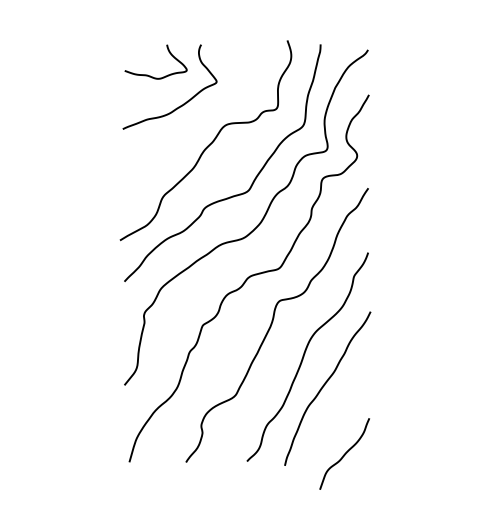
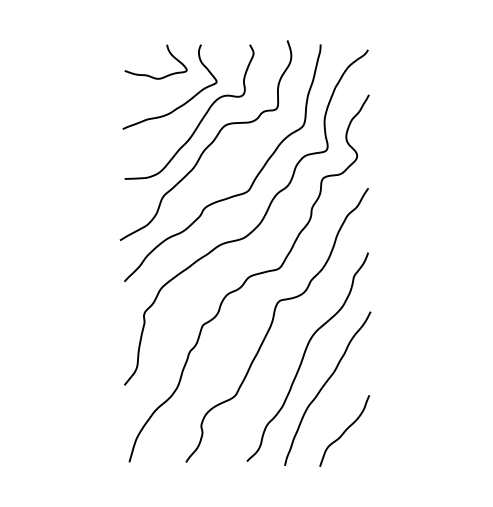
curve at (201, 118): none -> present
curve at (344, 453) position: (344, 453) -> (344, 430)
